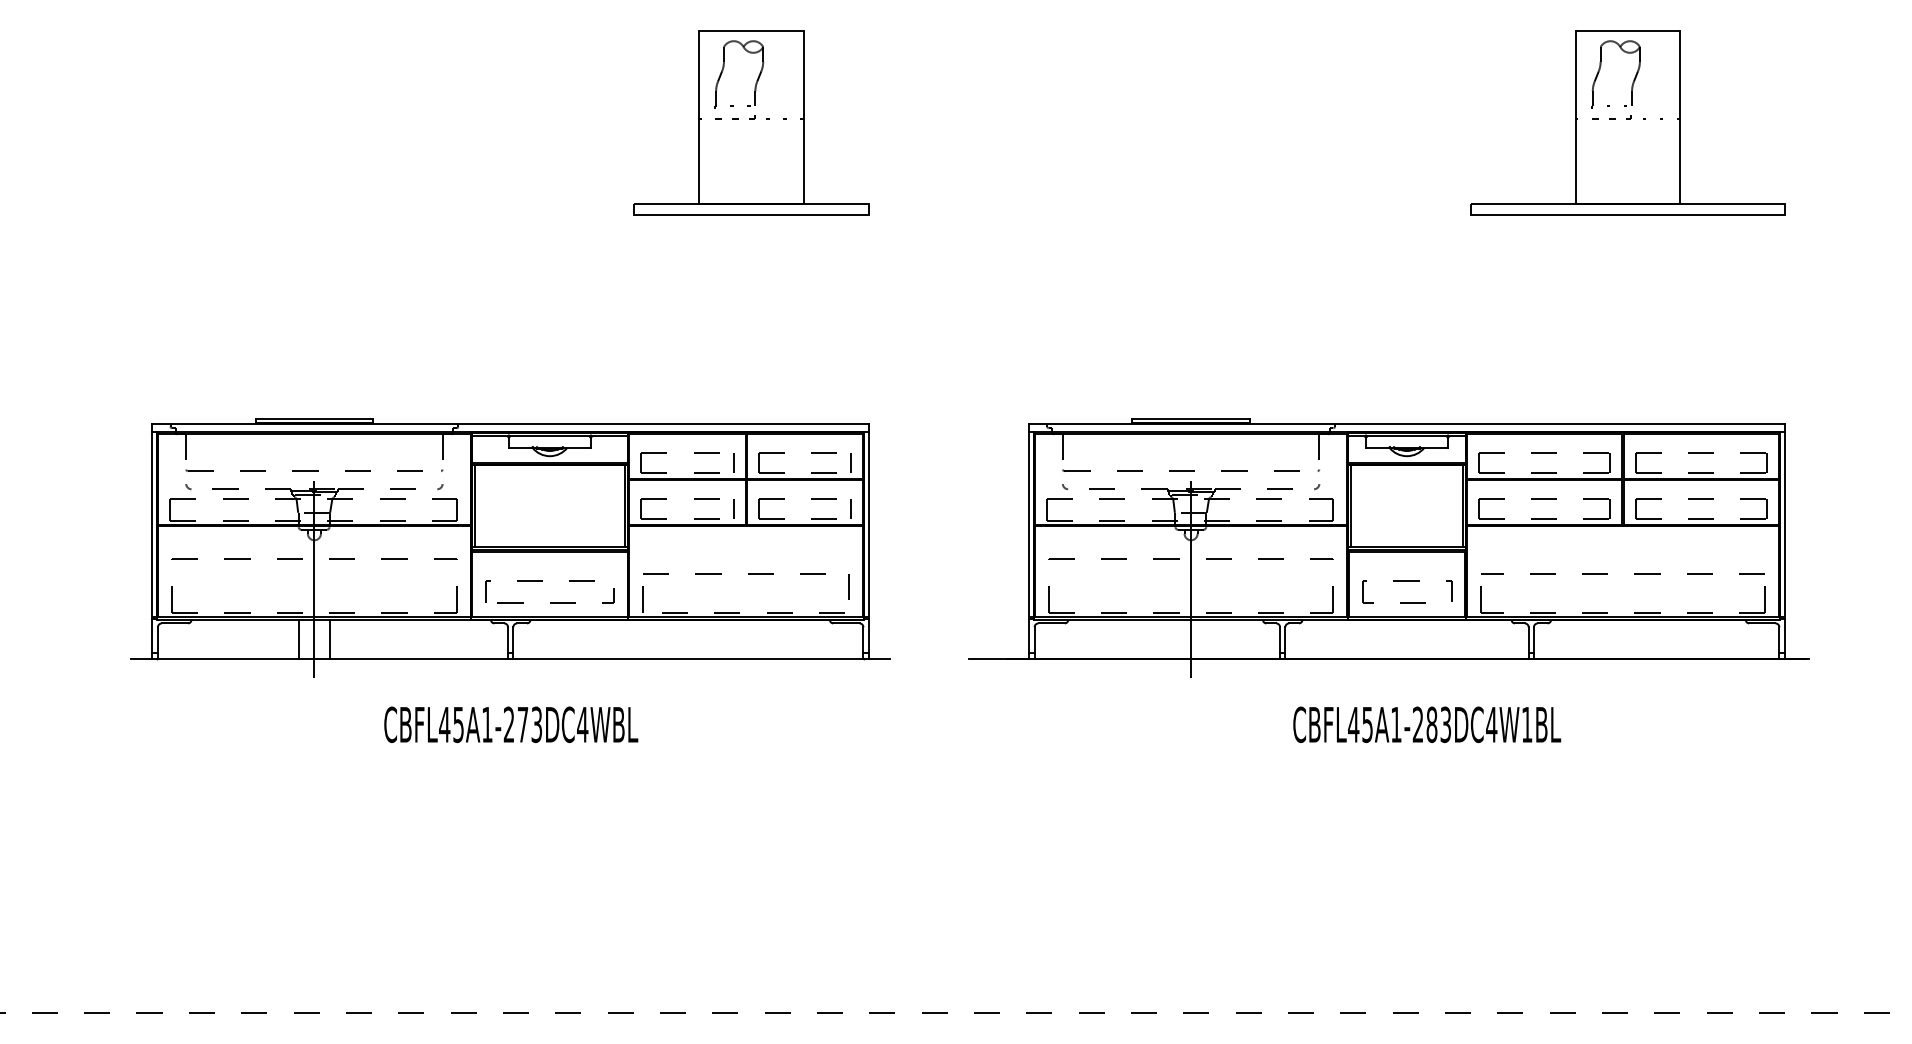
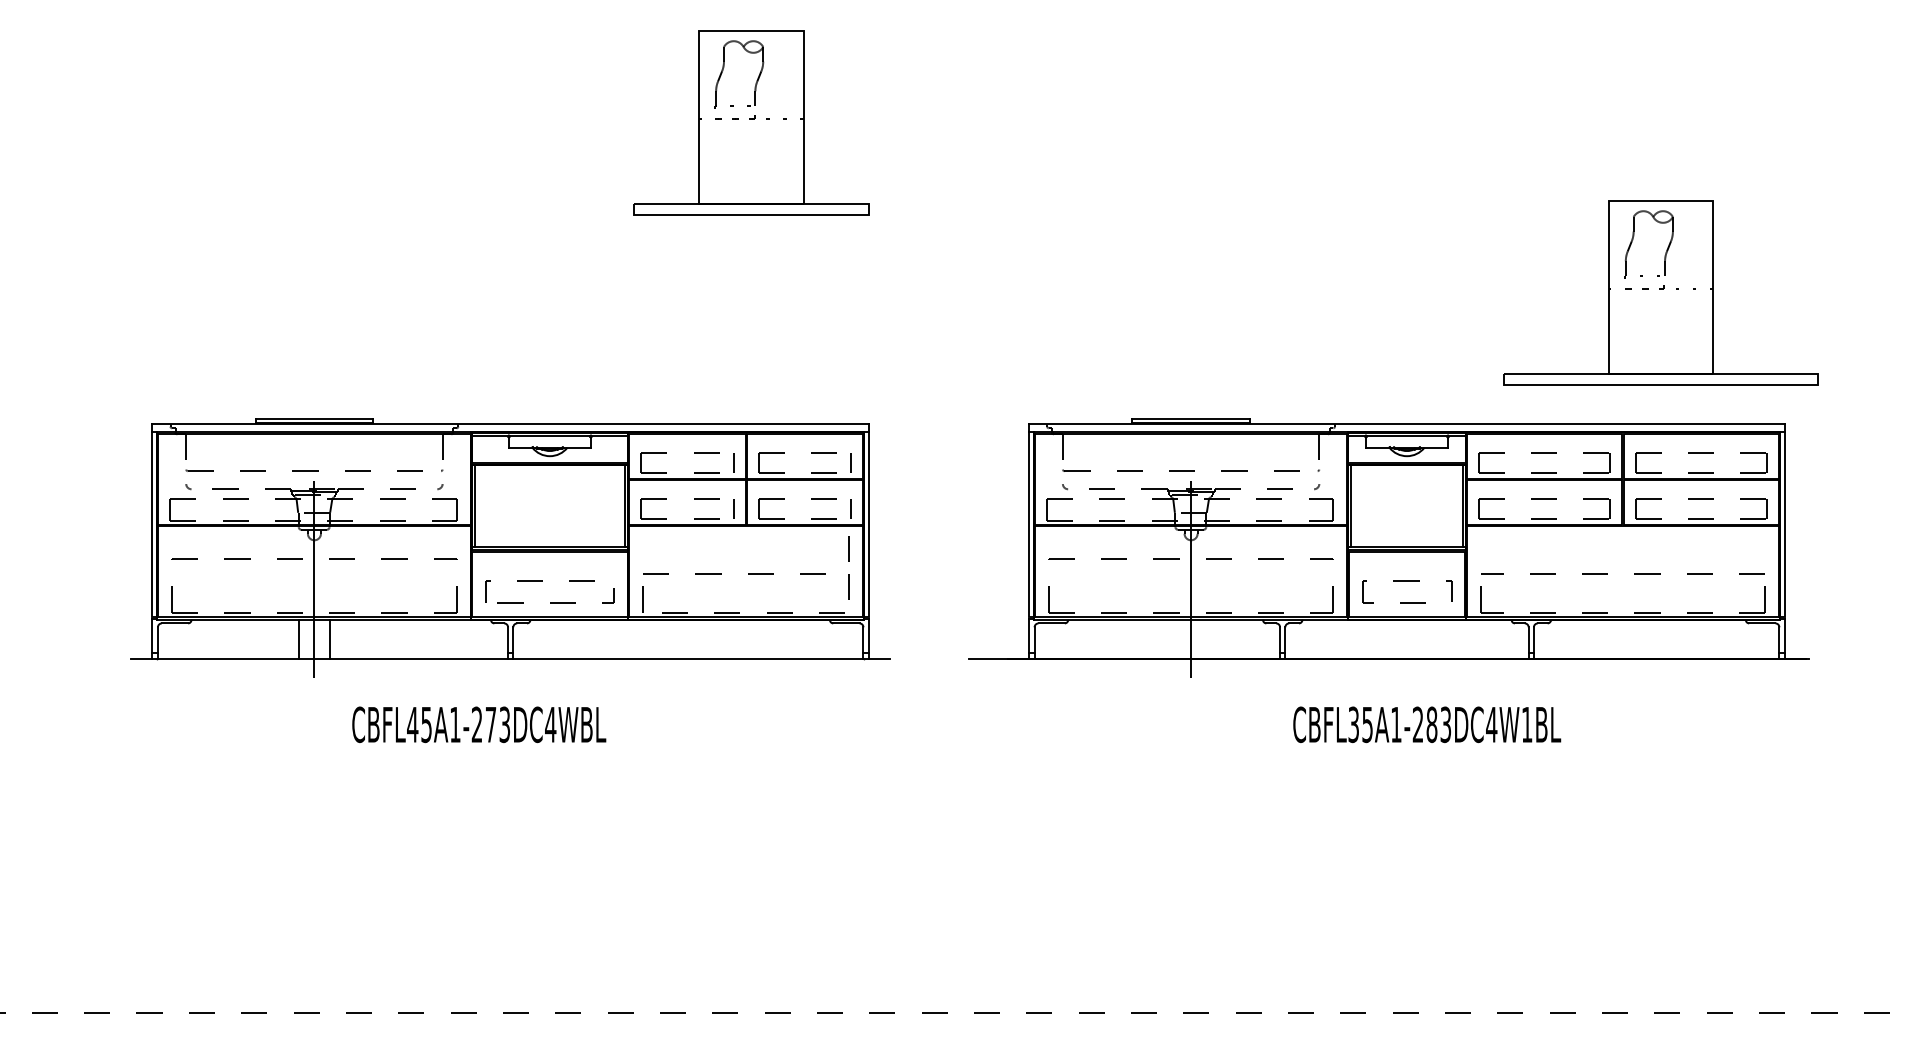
part at (1627, 122) position: (1627, 122) -> (1660, 292)
line at (848, 548): none -> present
text at (511, 724) position: (511, 724) -> (479, 724)
text at (1353, 724): CBFL45A1-283DC4W1BL -> CBFL35A1-283DC4W1BL
